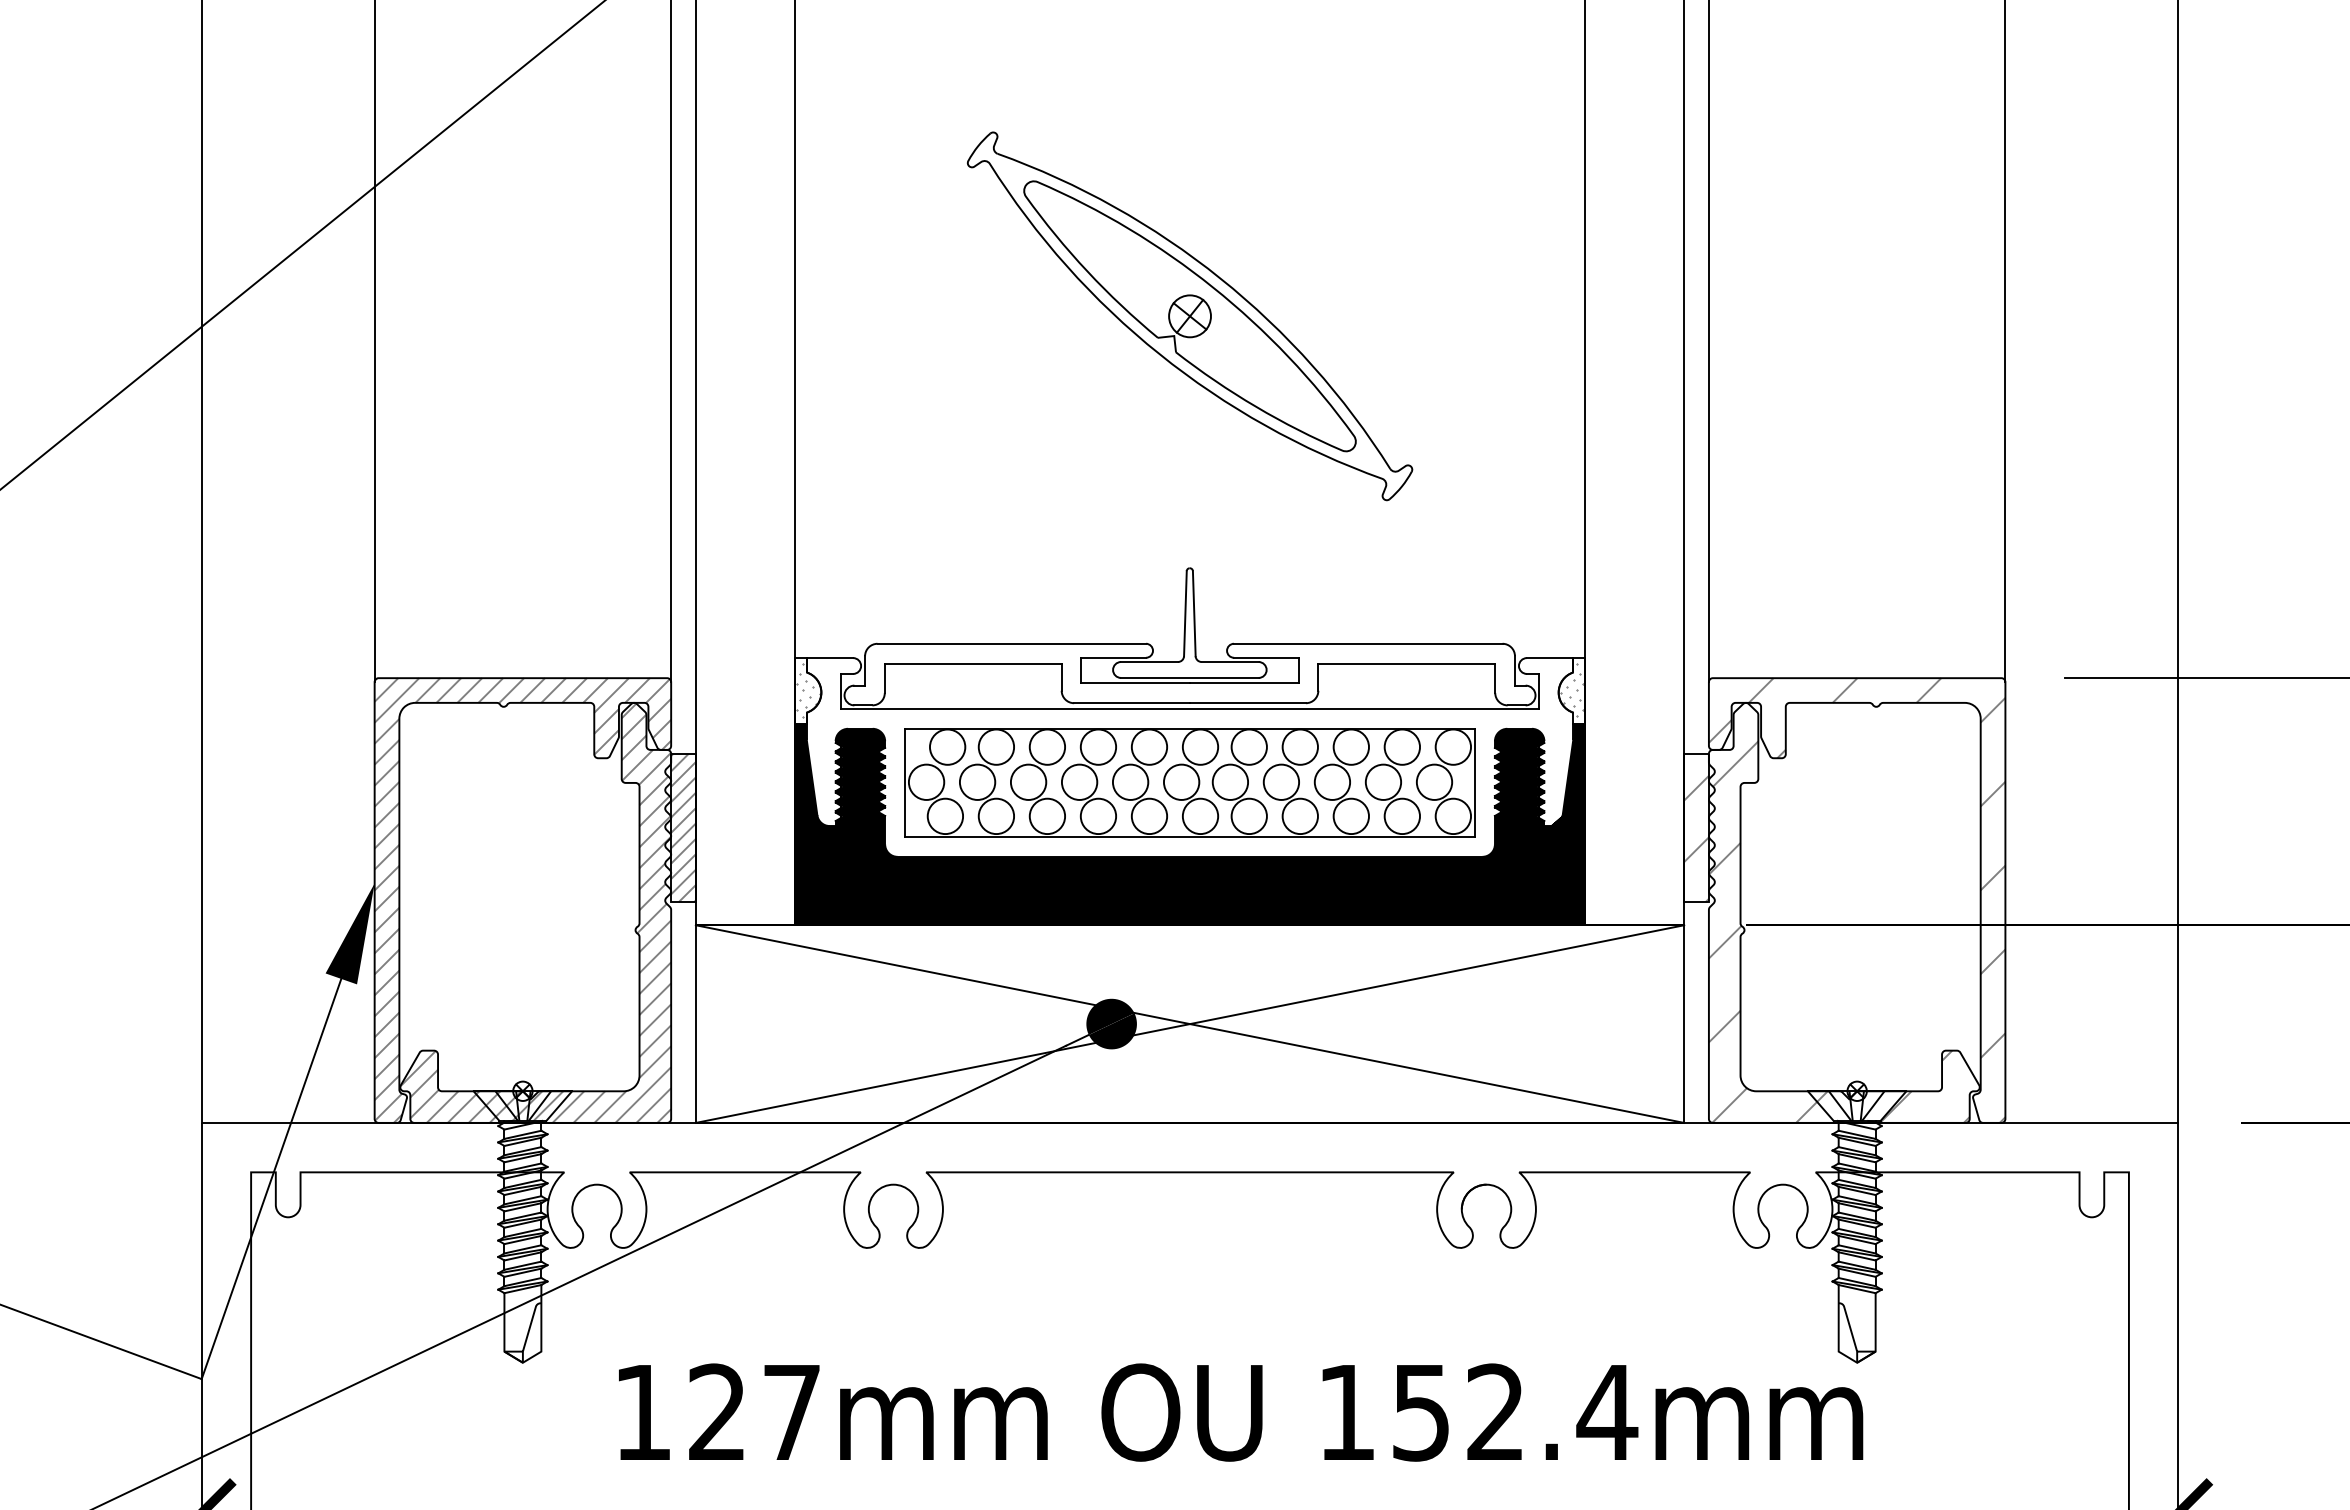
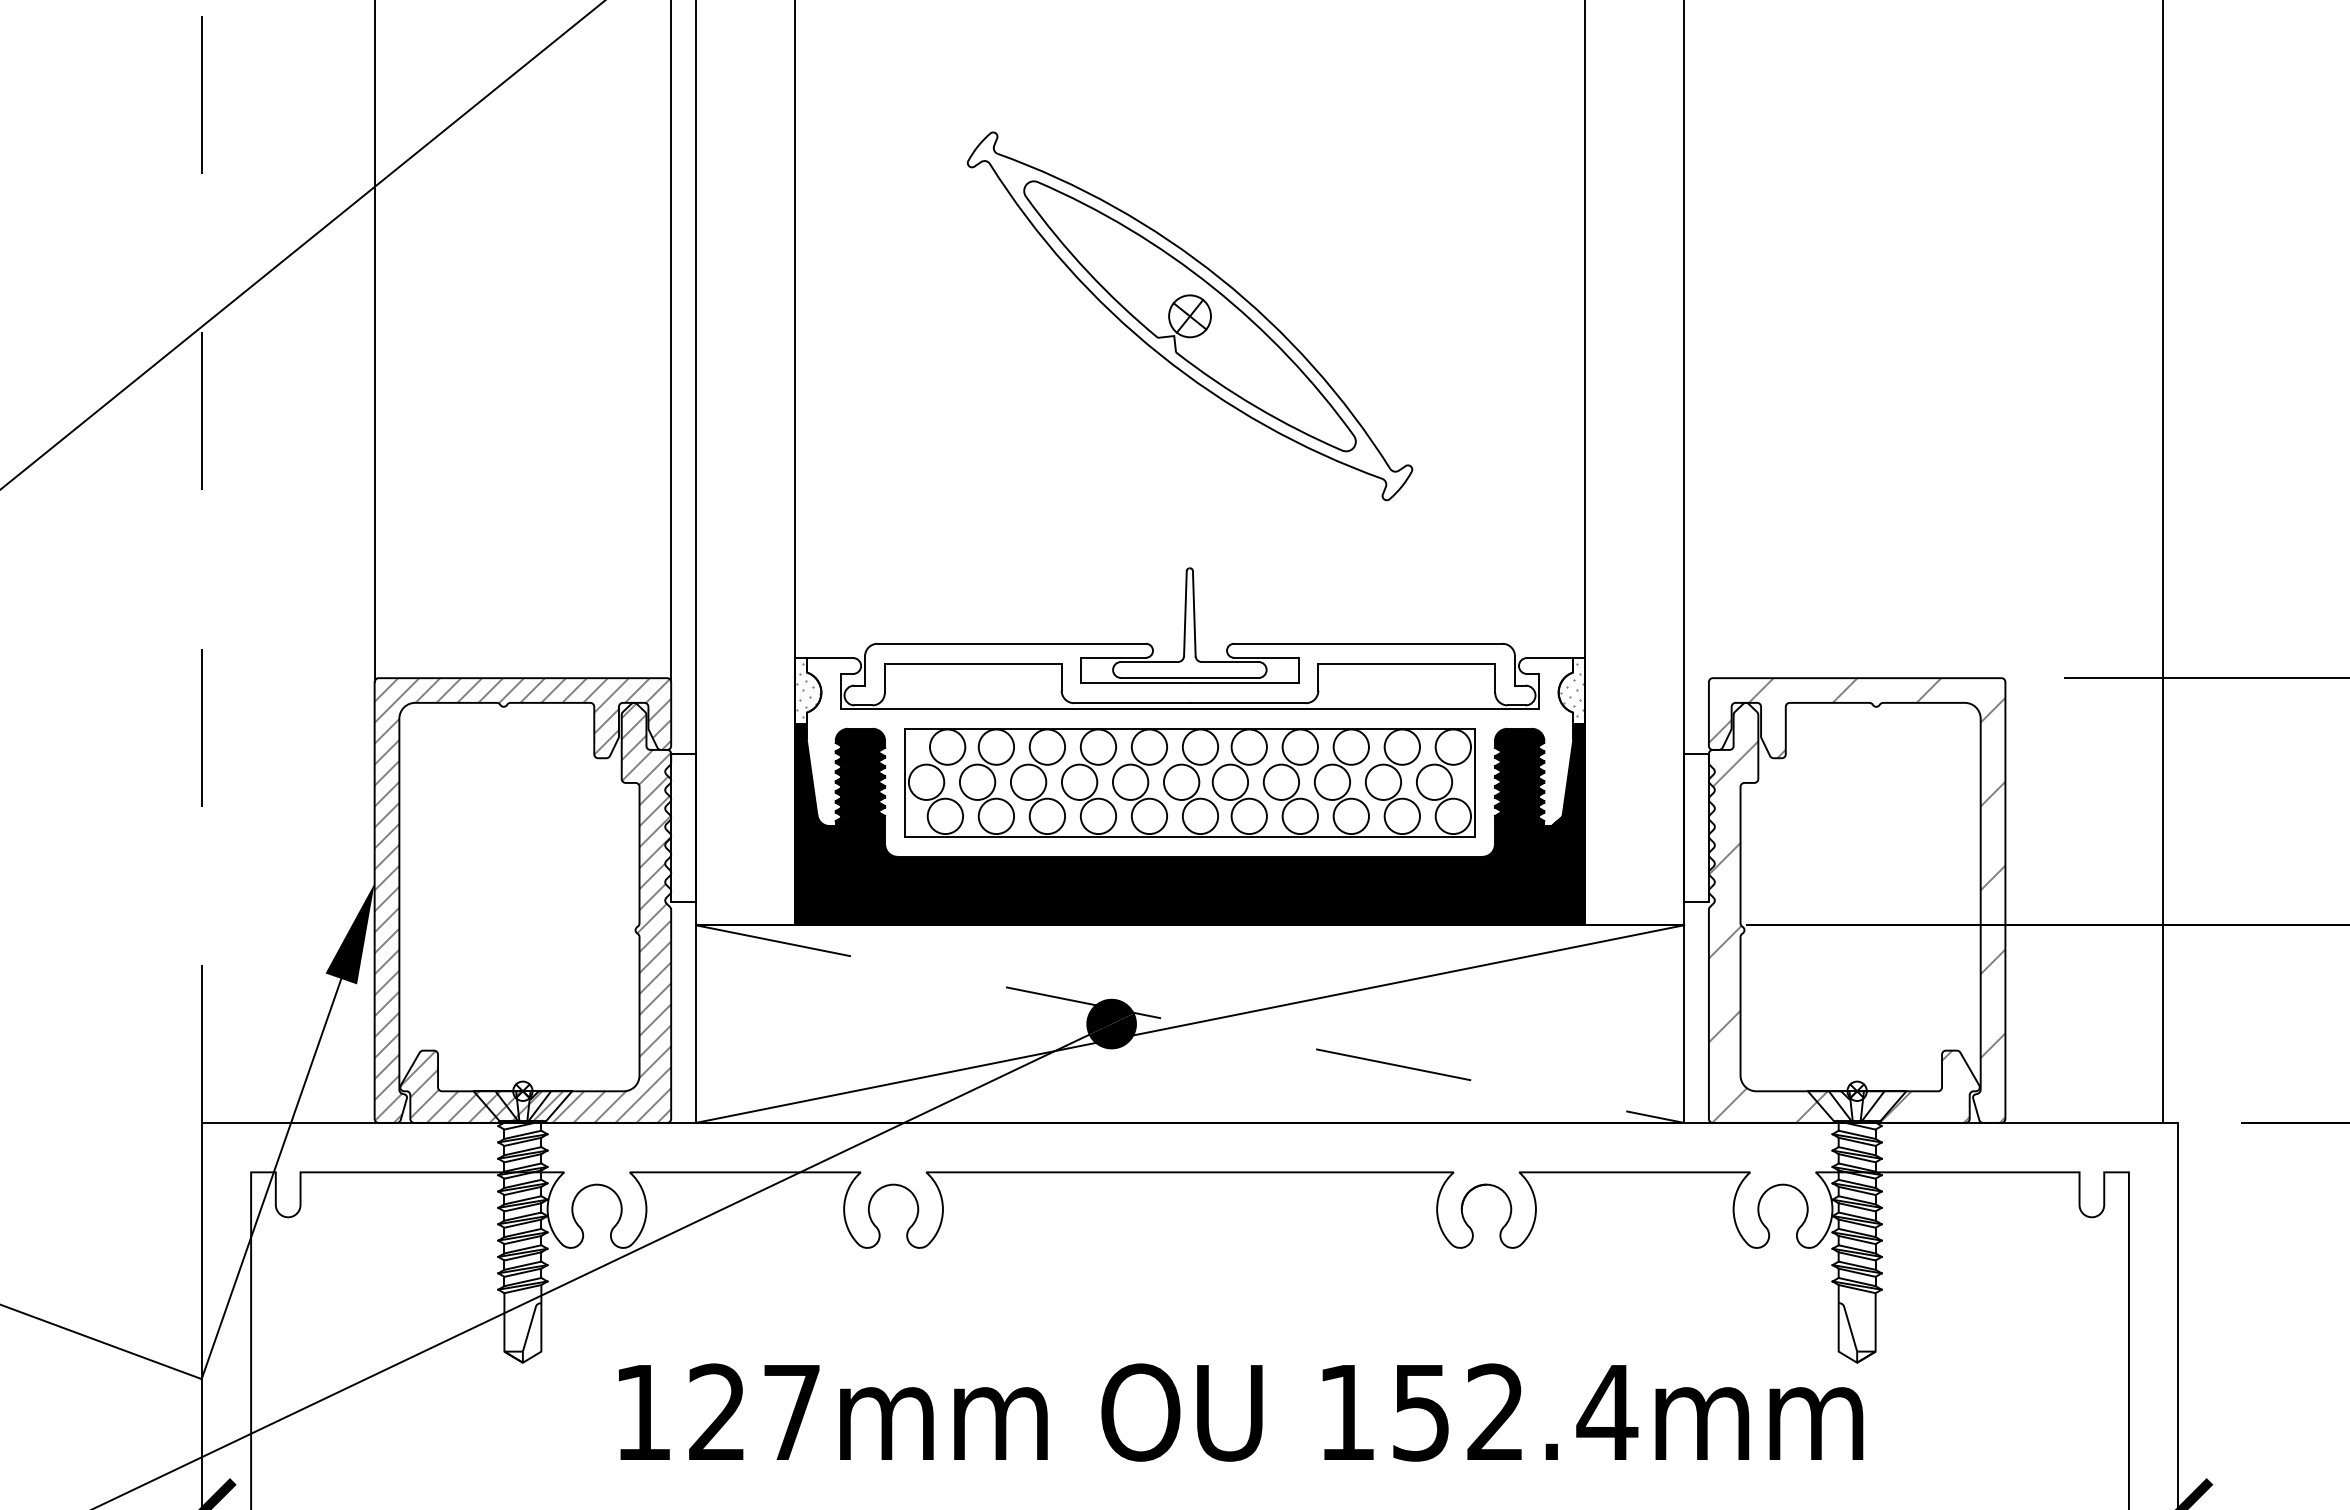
line at (1708, 342): present -> none
line at (2005, 342): present -> none
line at (201, 560): solid -> dashed
line at (2178, 562) position: (2178, 562) -> (2163, 562)
hatch at (683, 827): present -> none
hatch at (1696, 838): present -> none
line at (1190, 1024): solid -> dashed
